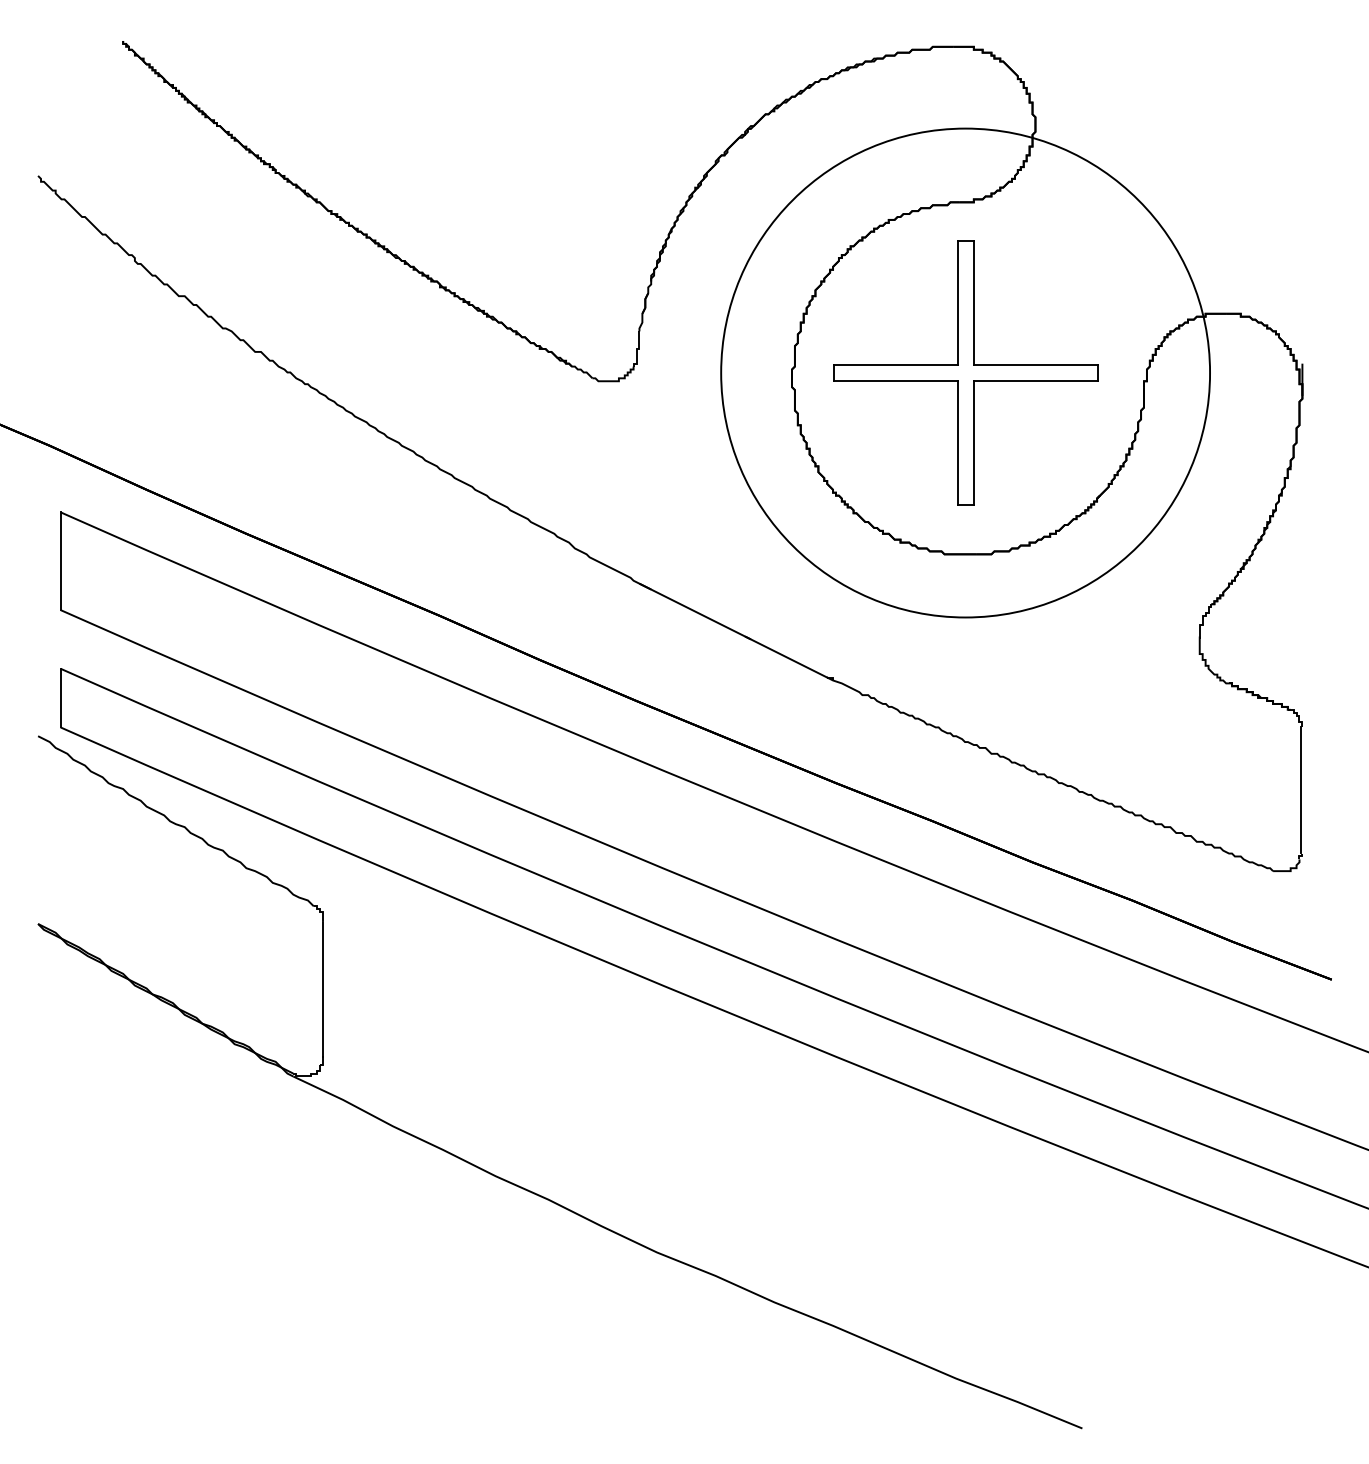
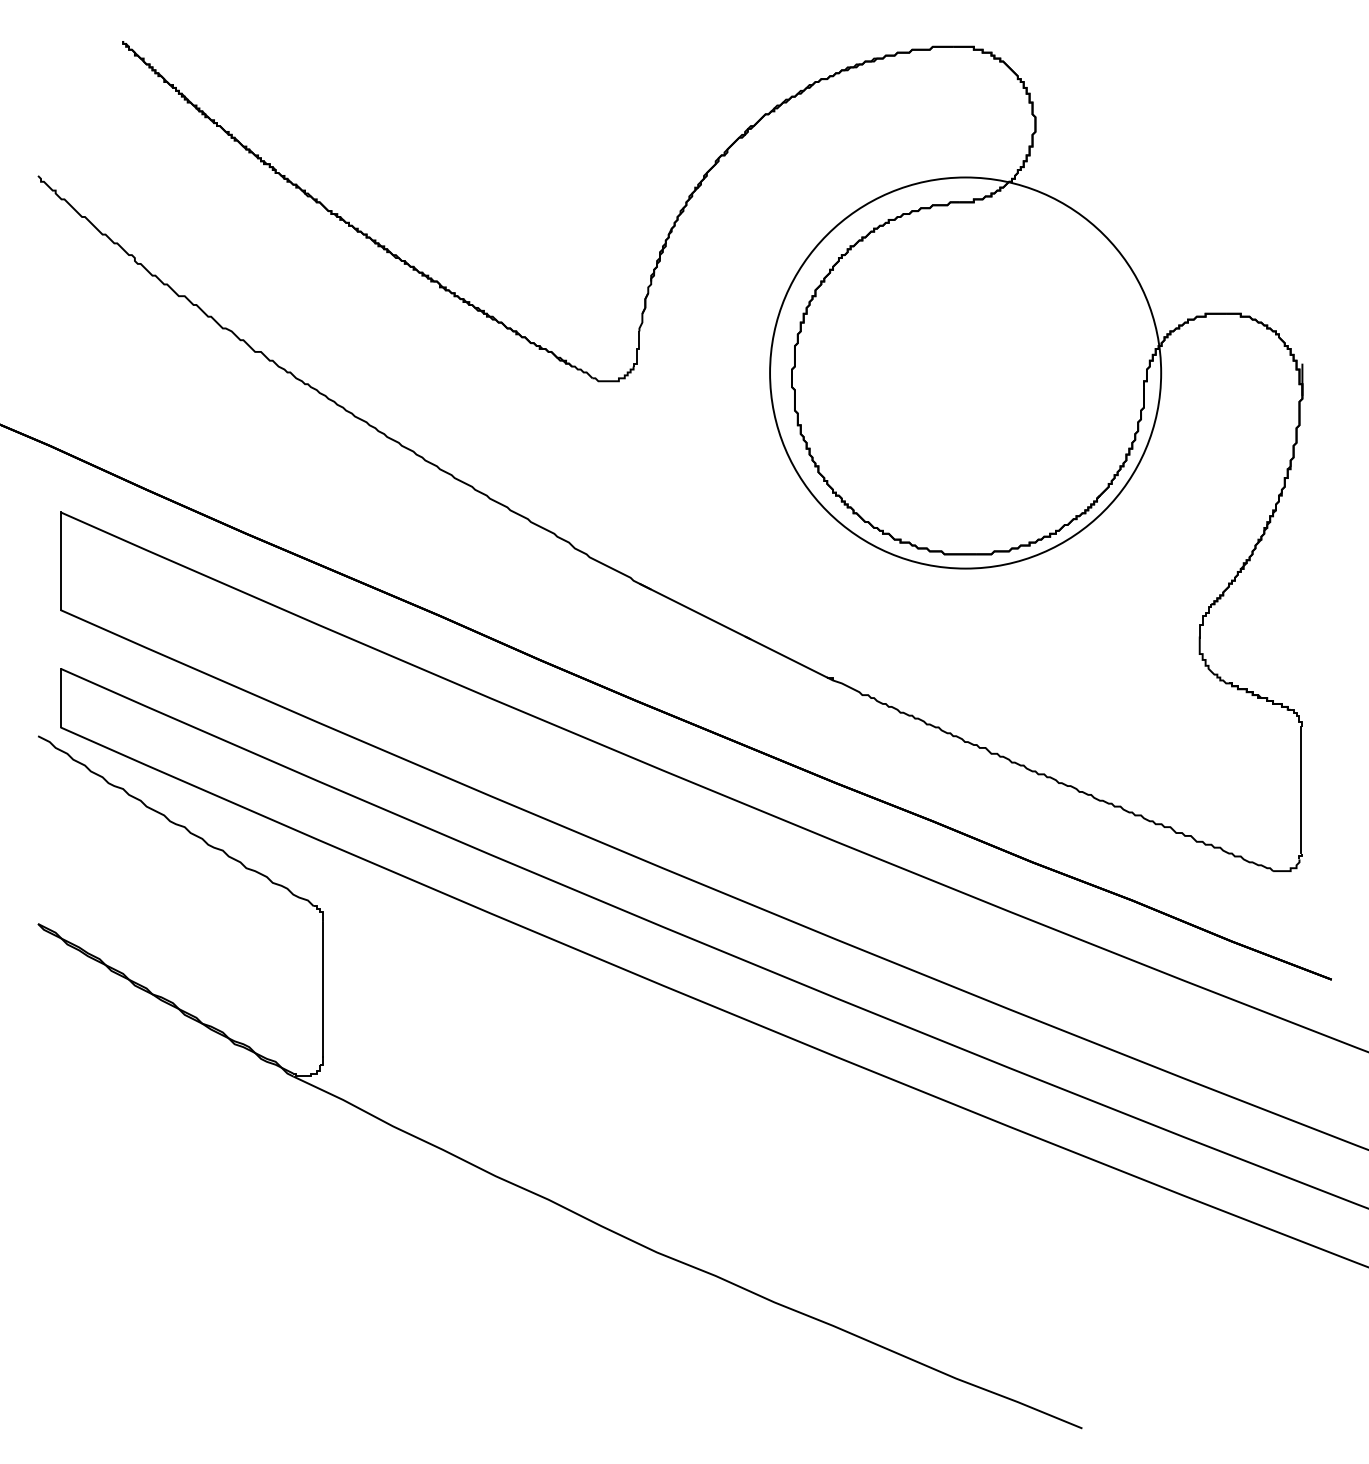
circle at (965, 372) diameter: 489 px -> 391 px
part at (965, 372): present -> none
